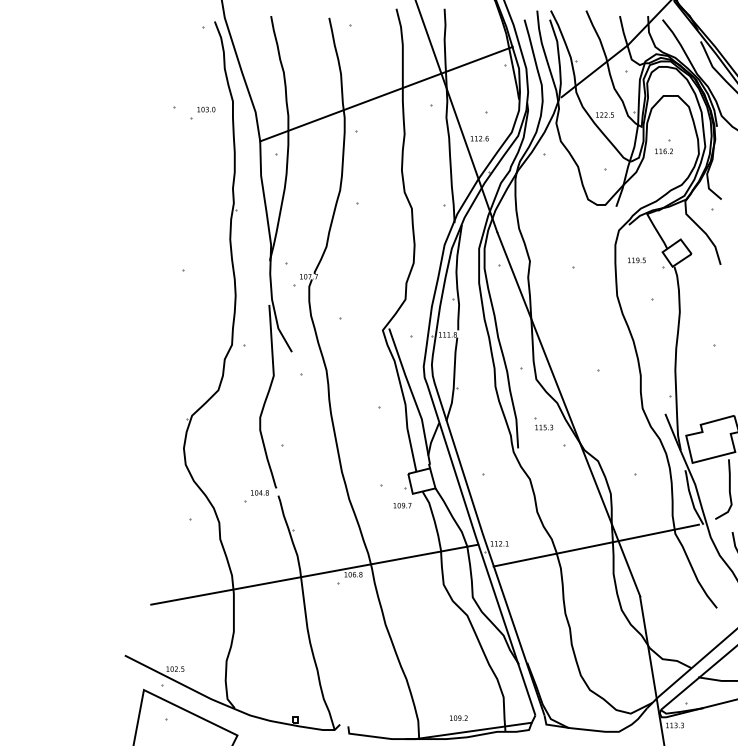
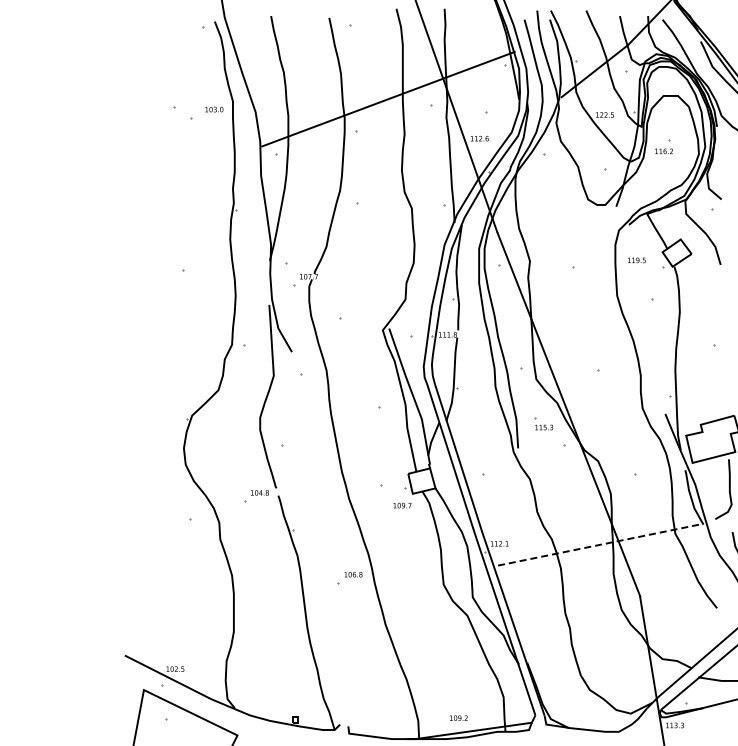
line at (386, 93) position: (386, 93) -> (388, 98)
text at (206, 109) position: (206, 109) -> (214, 109)
line at (596, 545): solid -> dashed
line at (314, 574): present -> none
